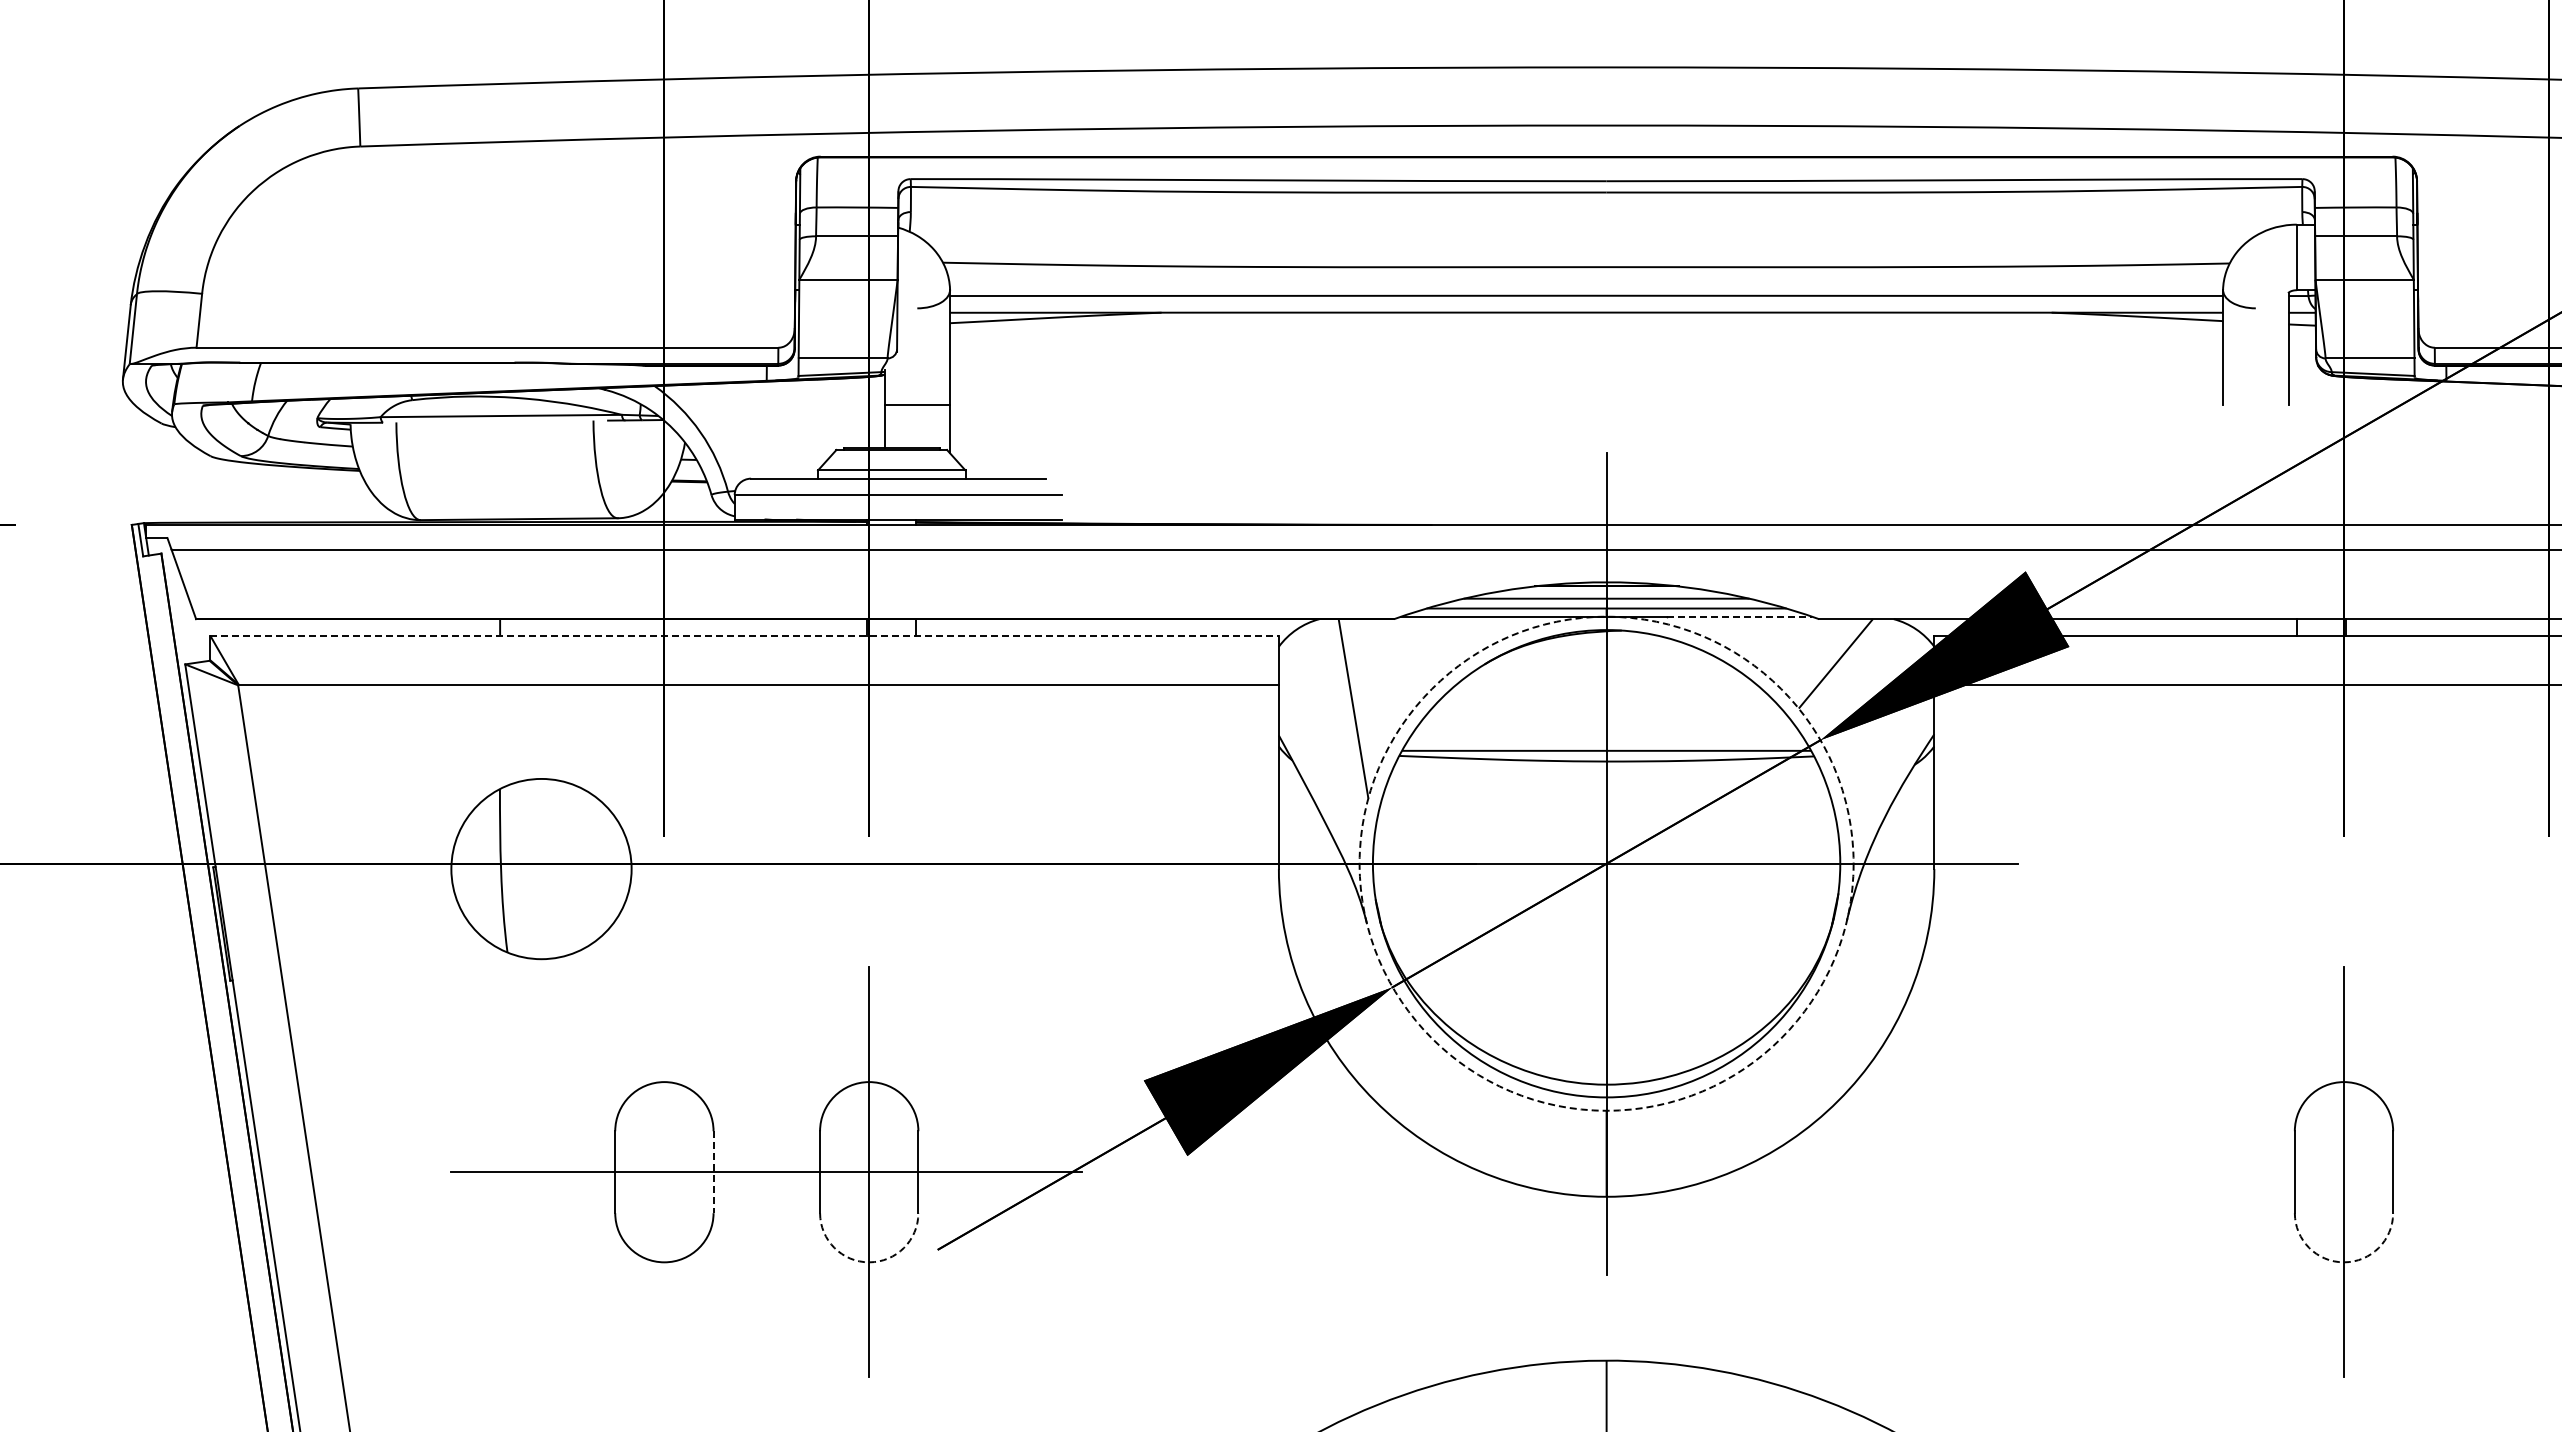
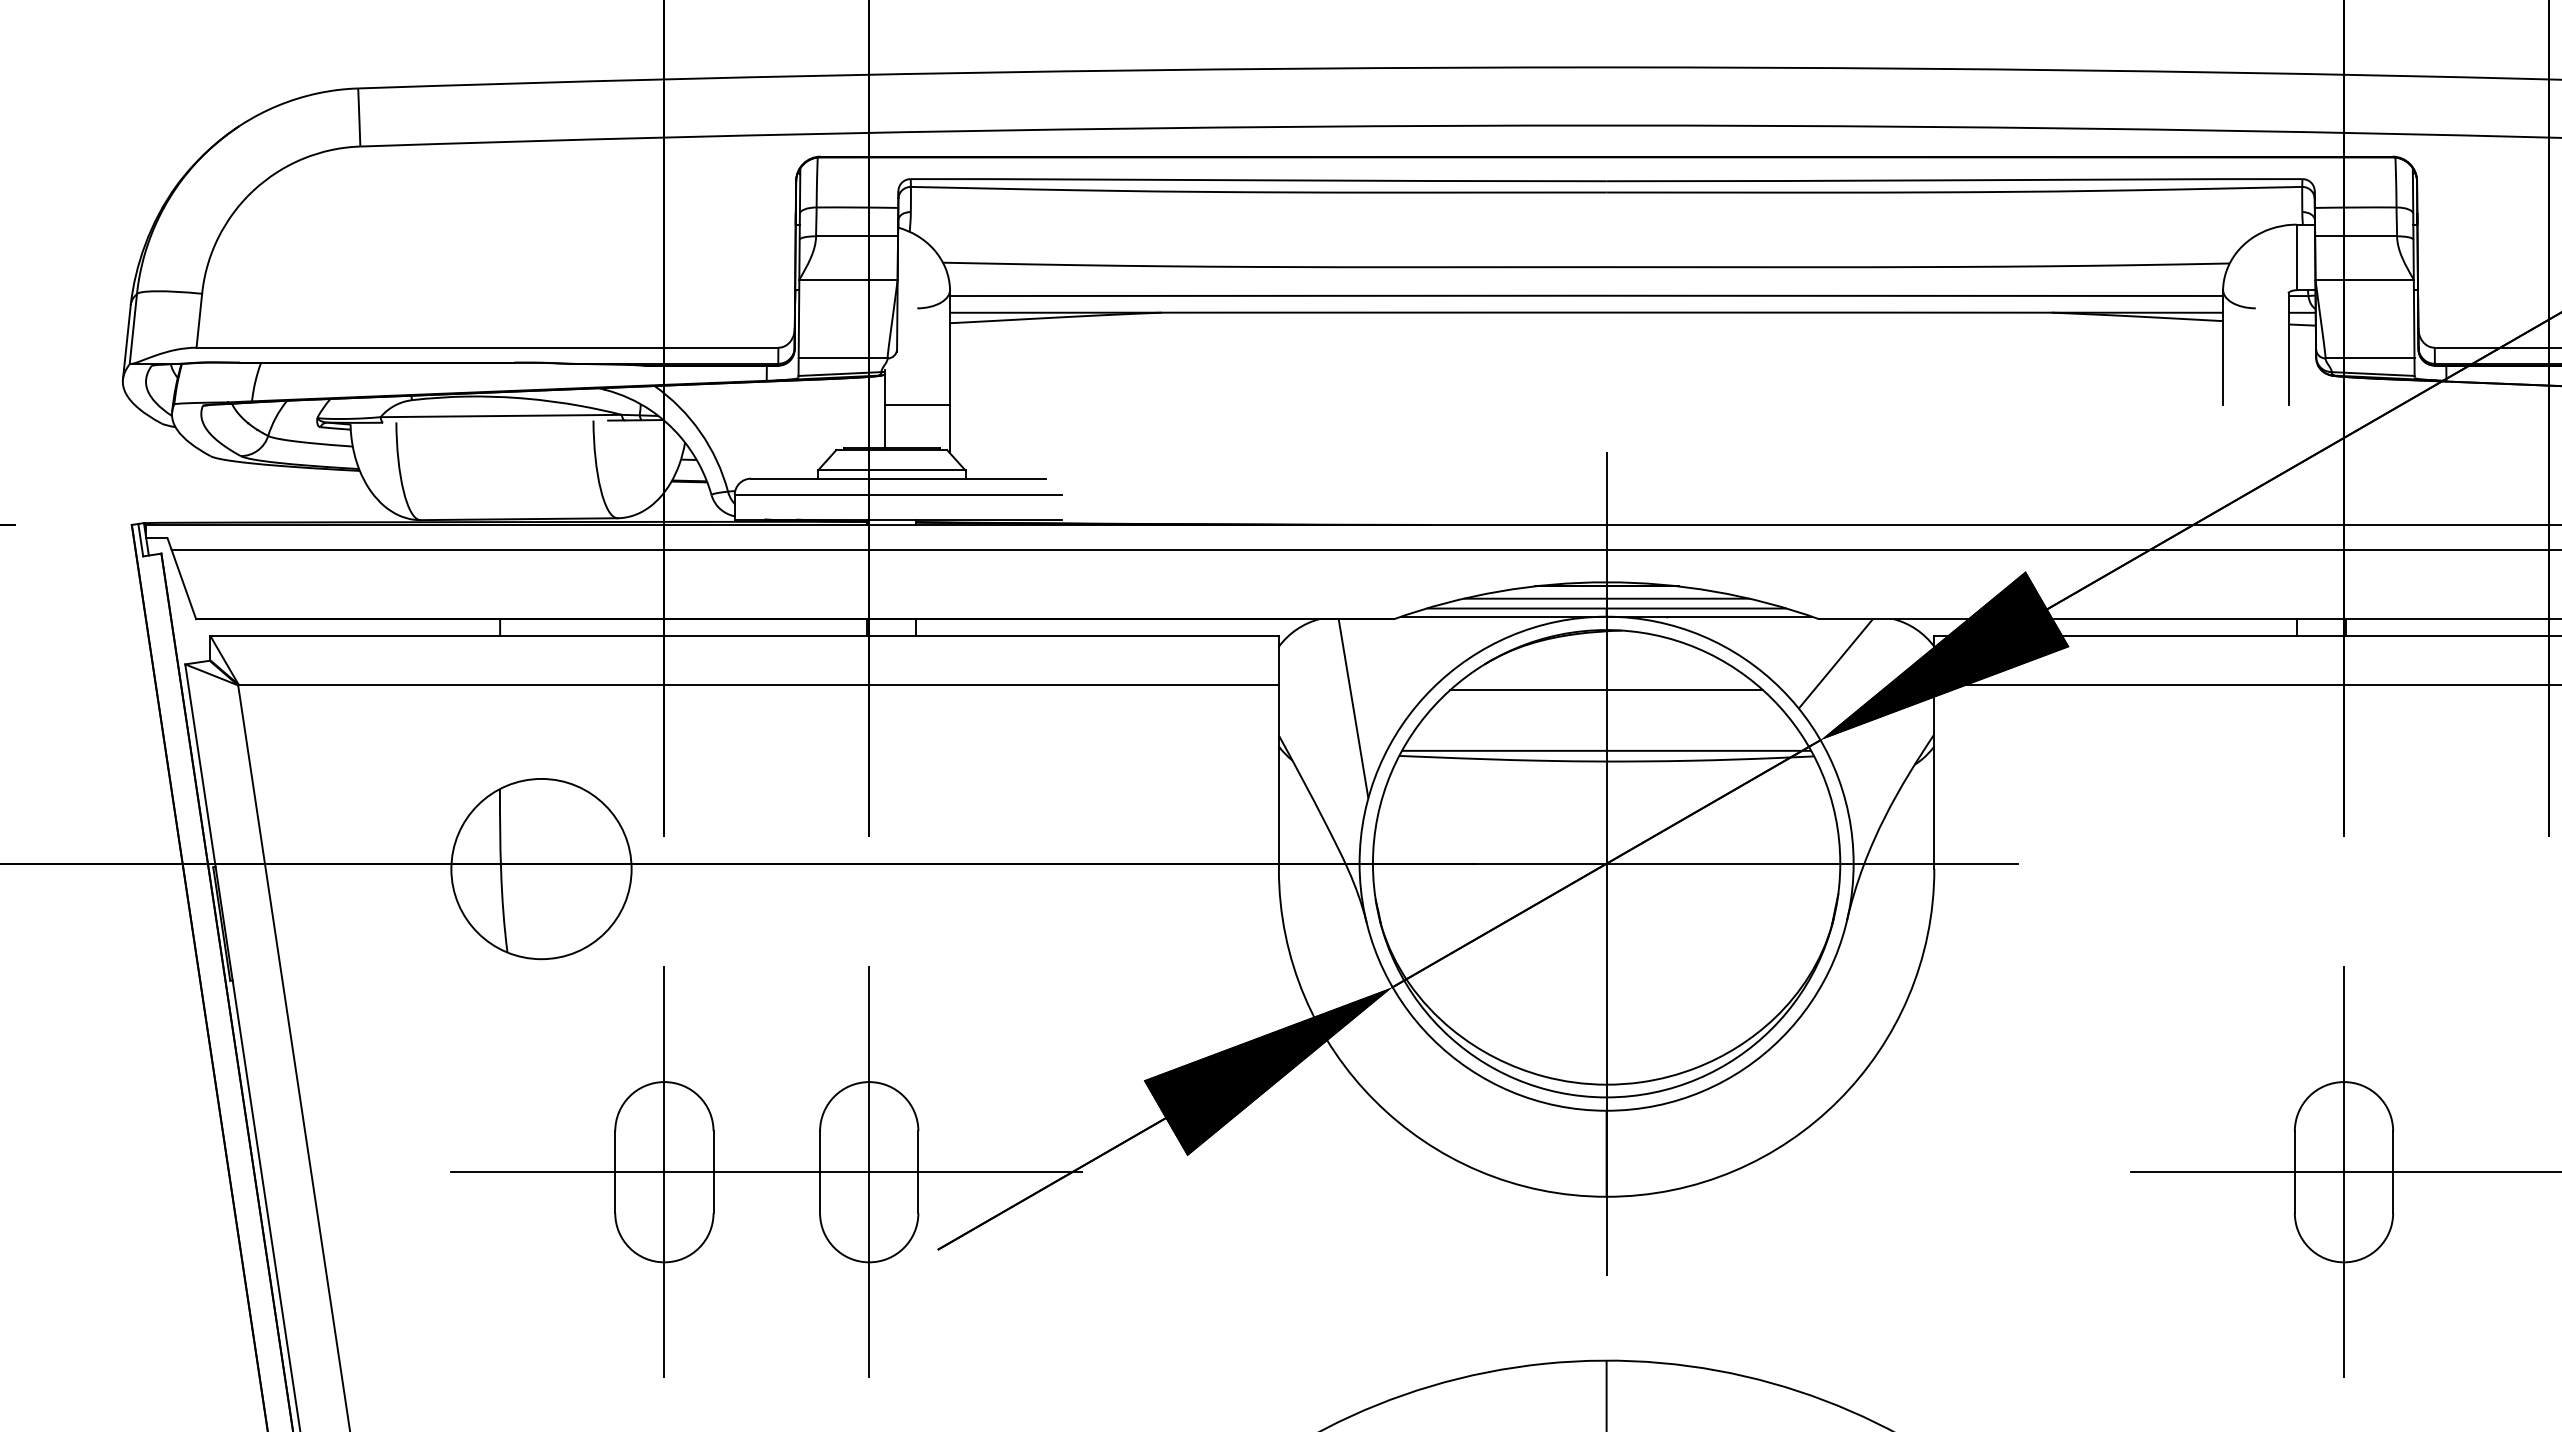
line at (1739, 616): dashed -> solid
line at (745, 635): dashed -> solid
line at (1606, 690): none -> present
circle at (1606, 863): dashed -> solid
line at (664, 1172): none -> present
line at (713, 1172): dashed -> solid
line at (2344, 1172): none -> present
arc at (869, 1262): dashed -> solid
arc at (2343, 1262): dashed -> solid
